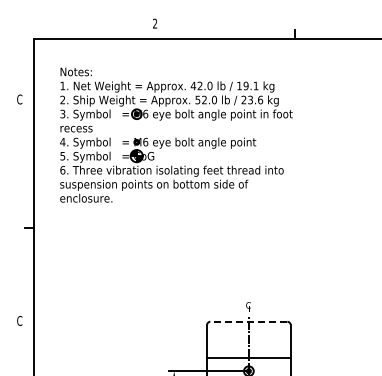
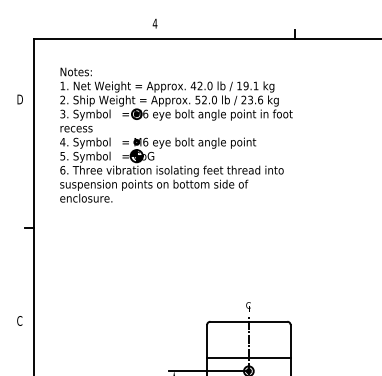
text at (154, 23): 2 -> 4
text at (19, 99): C -> D
line at (248, 321): dashed -> solid
